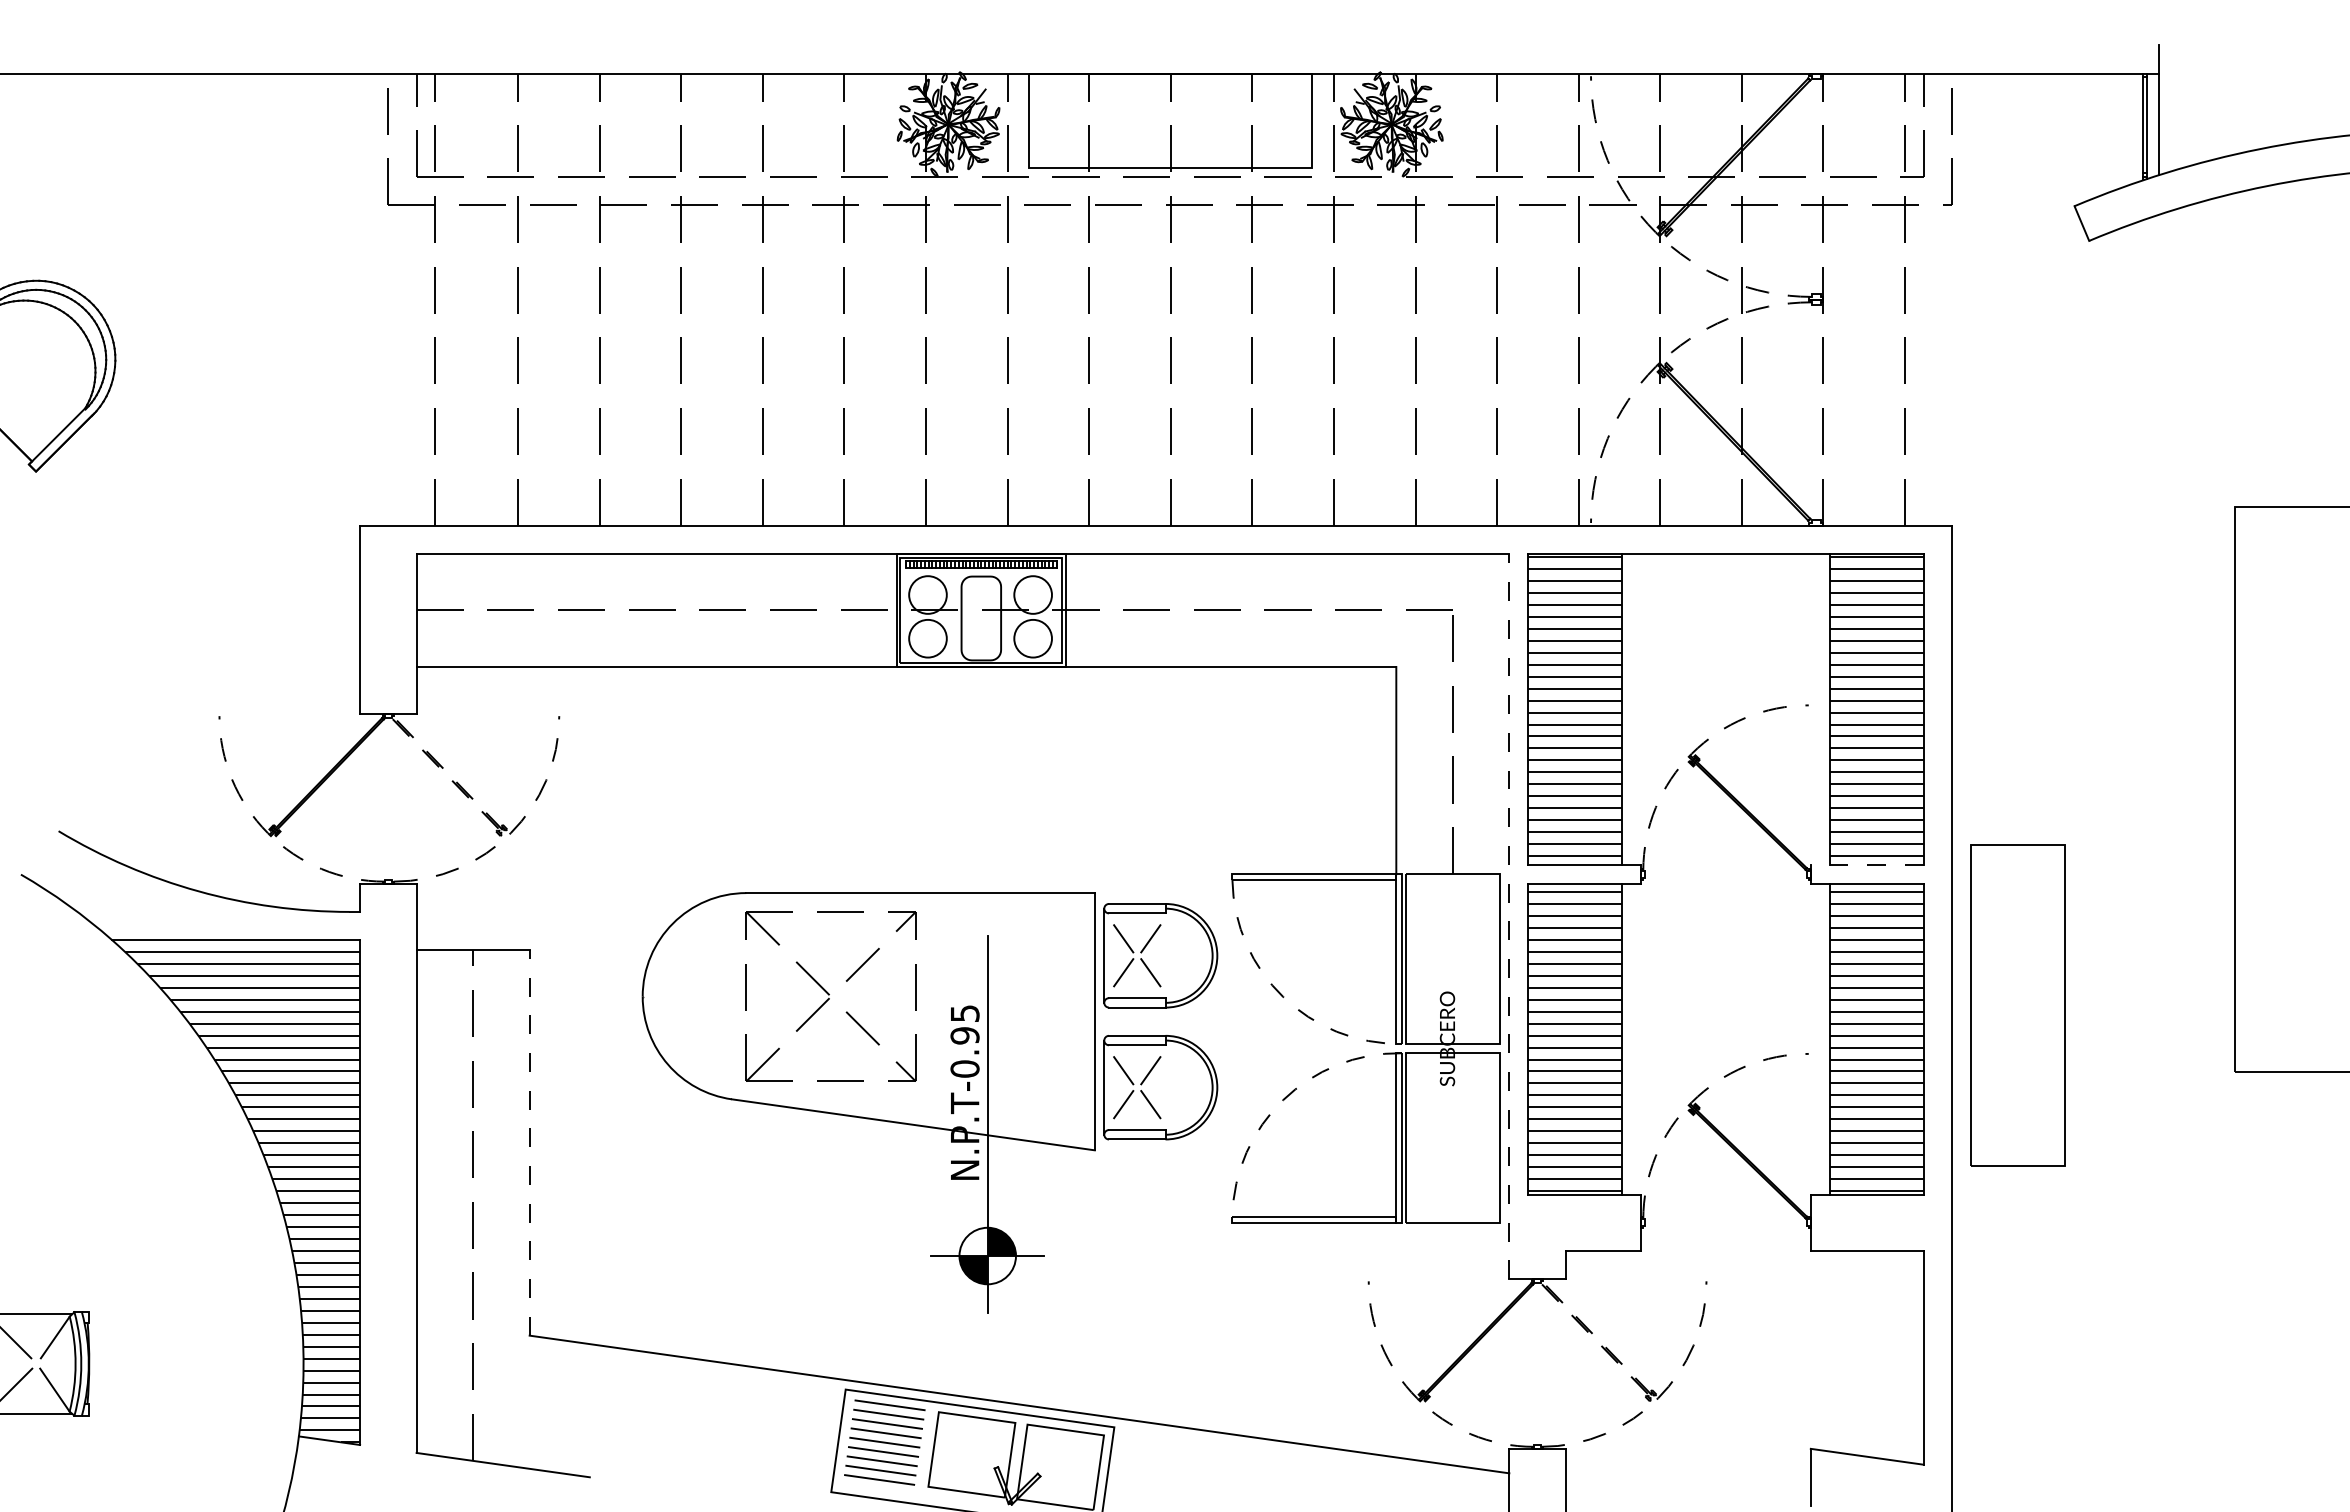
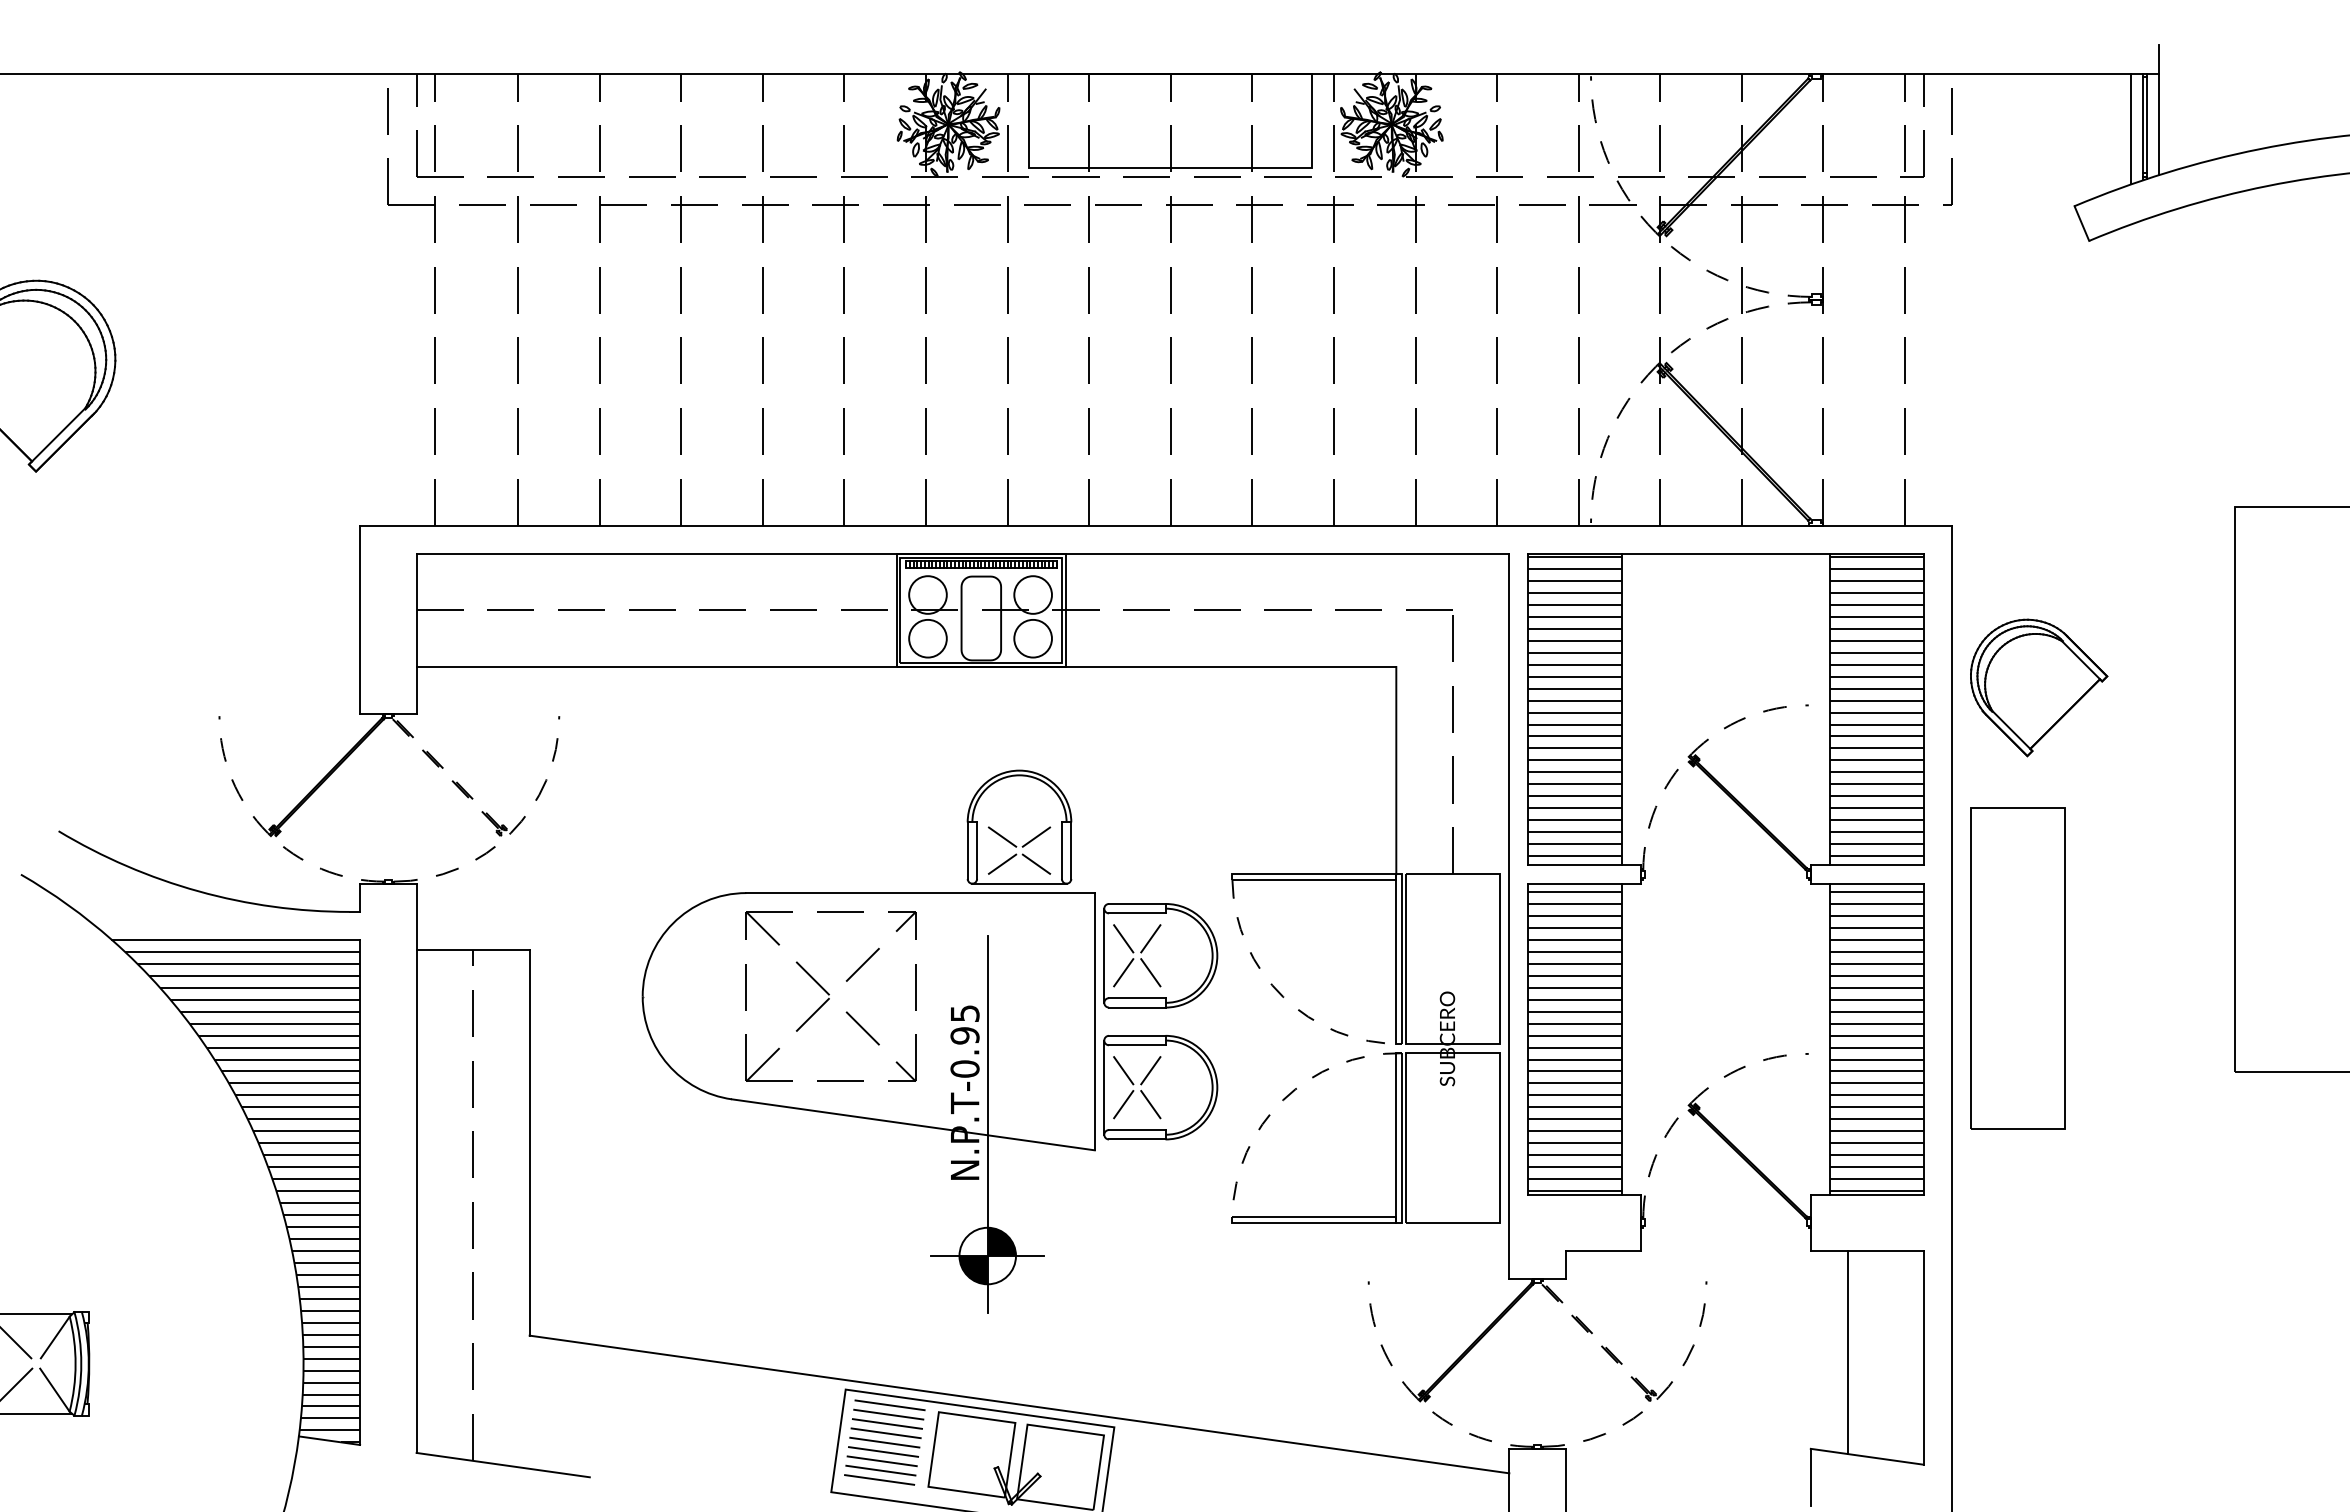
line at (2131, 128): none -> present
part at (2039, 687): none -> present
part at (1019, 826): none -> present
line at (1867, 864): dashed -> solid
line at (1509, 916): dashed -> solid
part at (2017, 1005) position: (2017, 1005) -> (2017, 968)
line at (529, 1142): dashed -> solid
line at (1848, 1352): none -> present
